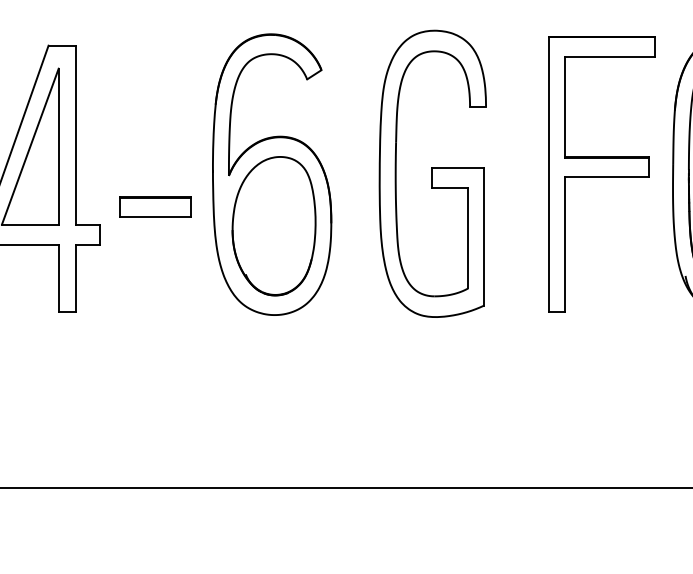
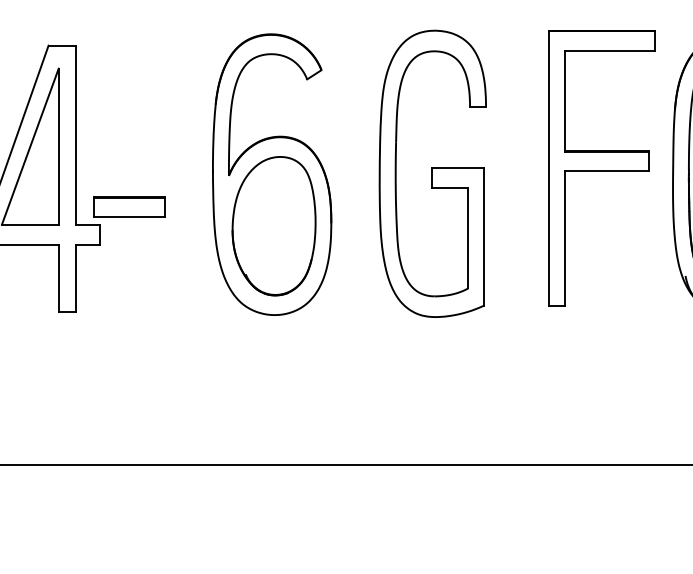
part at (601, 174) position: (601, 174) -> (601, 168)
part at (155, 206) position: (155, 206) -> (129, 206)
line at (345, 488) position: (345, 488) -> (345, 465)
